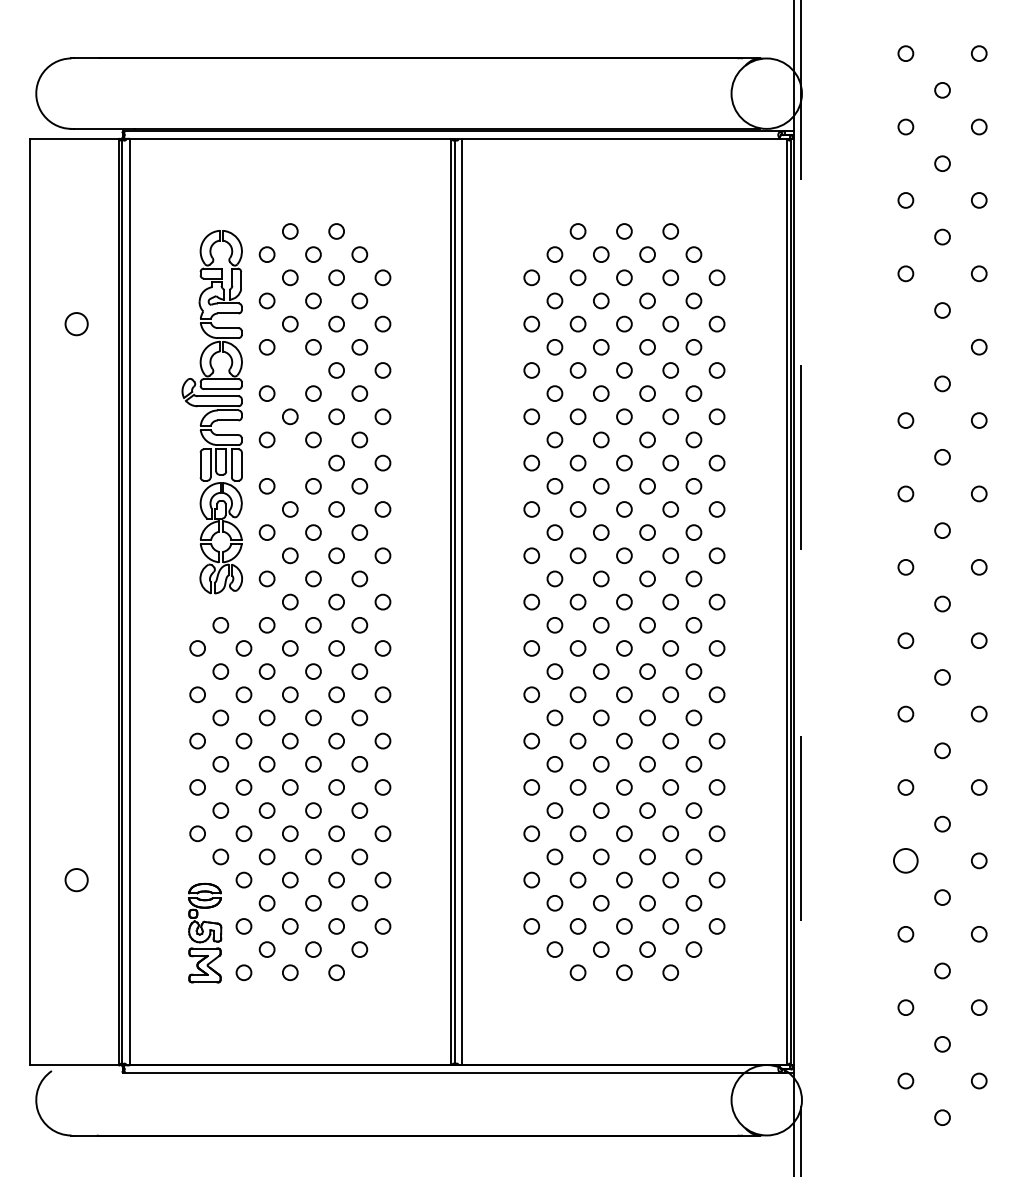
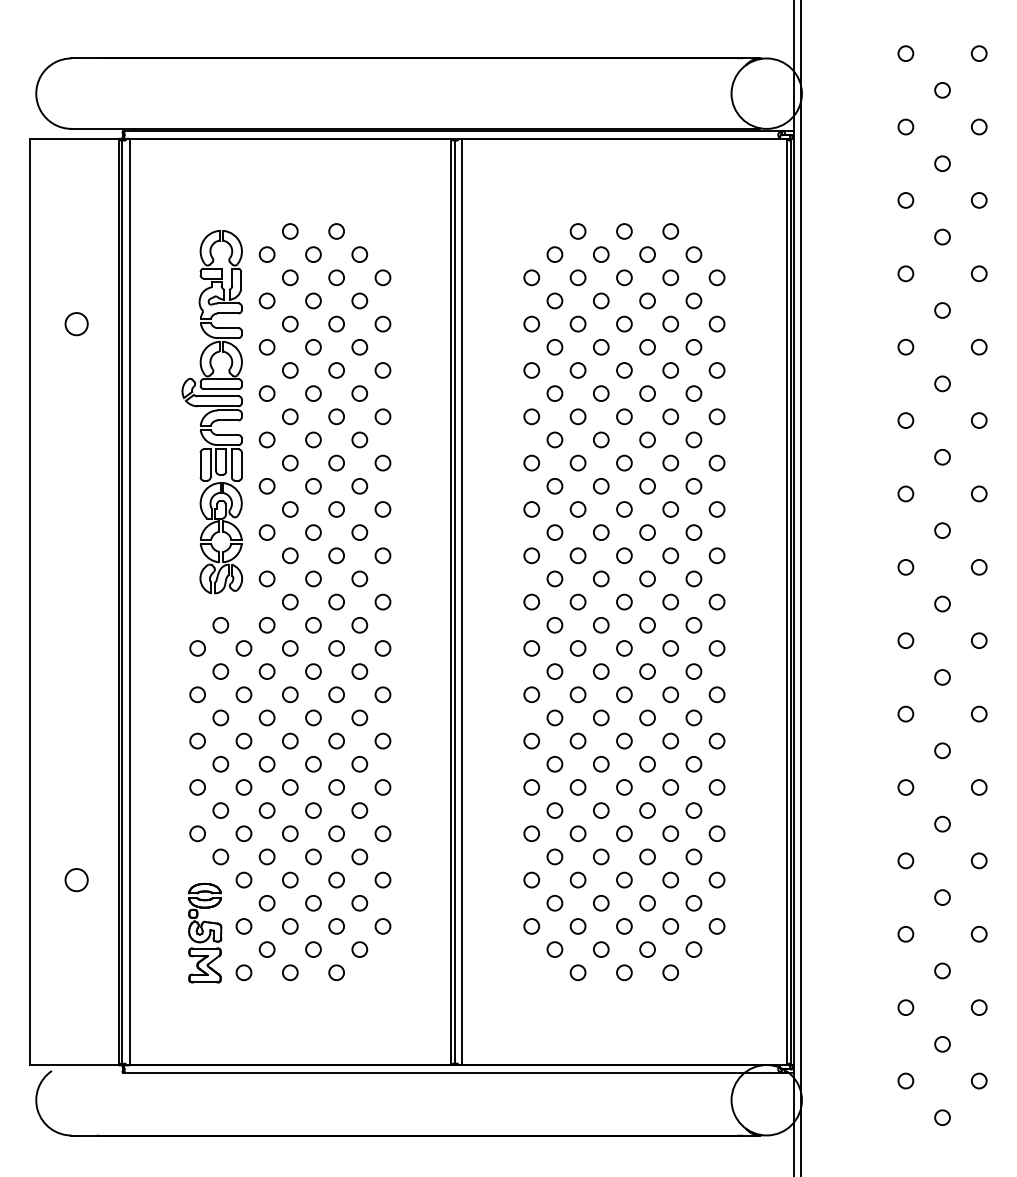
circle at (905, 346): none -> present
circle at (290, 370): none -> present
circle at (290, 462): none -> present
line at (801, 589): dashed -> solid
circle at (905, 860) size: 26x26 px -> 18x18 px
